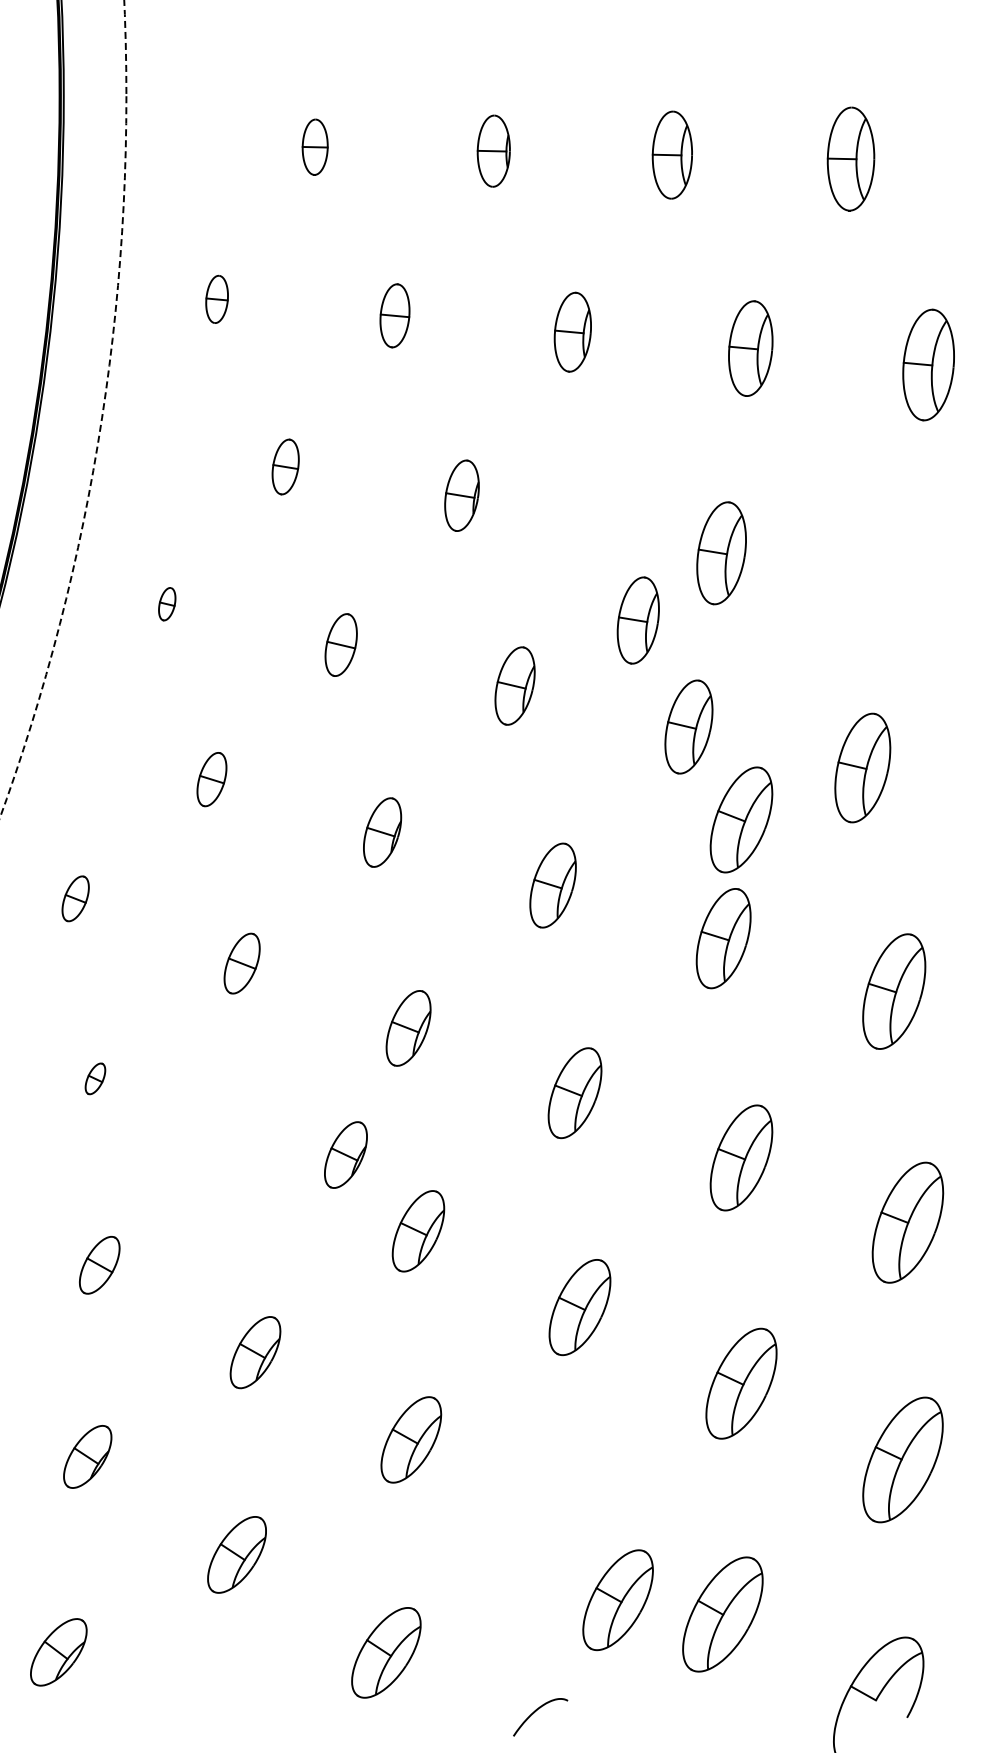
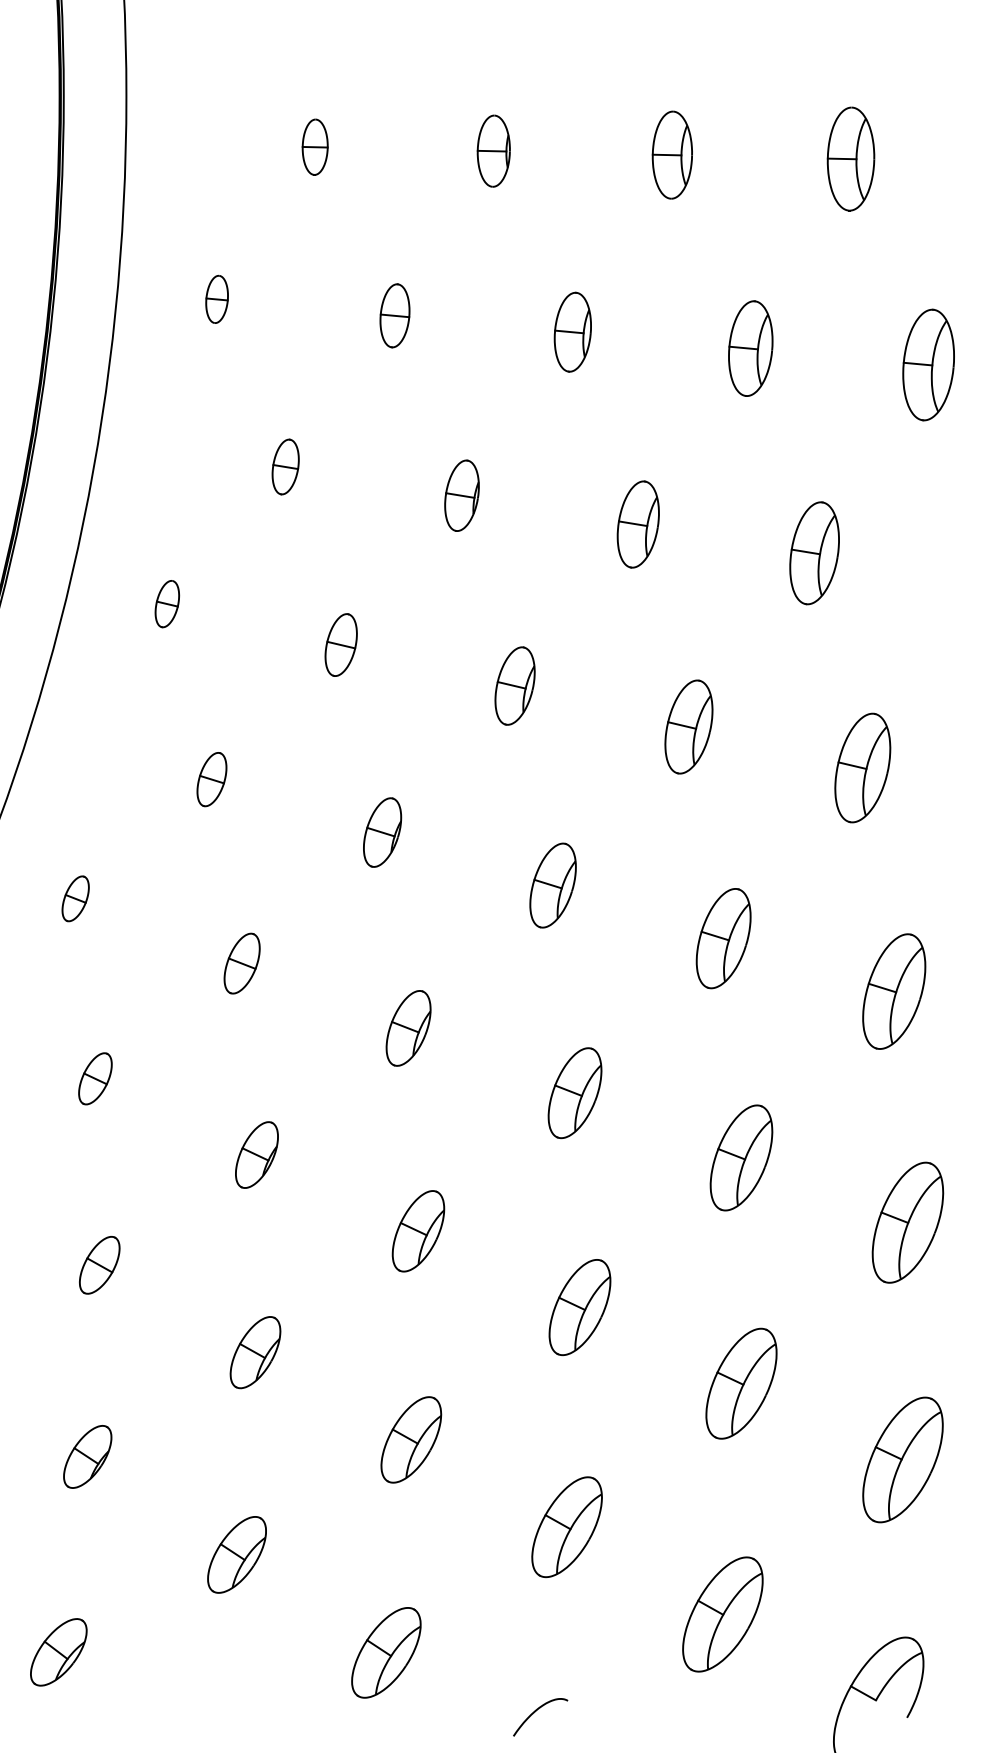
circle at (63, 408): dashed -> solid
part at (721, 553) position: (721, 553) -> (814, 553)
part at (167, 604) size: 19x35 px -> 26x49 px
part at (637, 620) position: (637, 620) -> (637, 524)
part at (741, 819): present -> none
part at (95, 1078) size: 23x34 px -> 35x54 px
part at (345, 1154) position: (345, 1154) -> (256, 1154)
part at (617, 1600) position: (617, 1600) -> (566, 1527)
